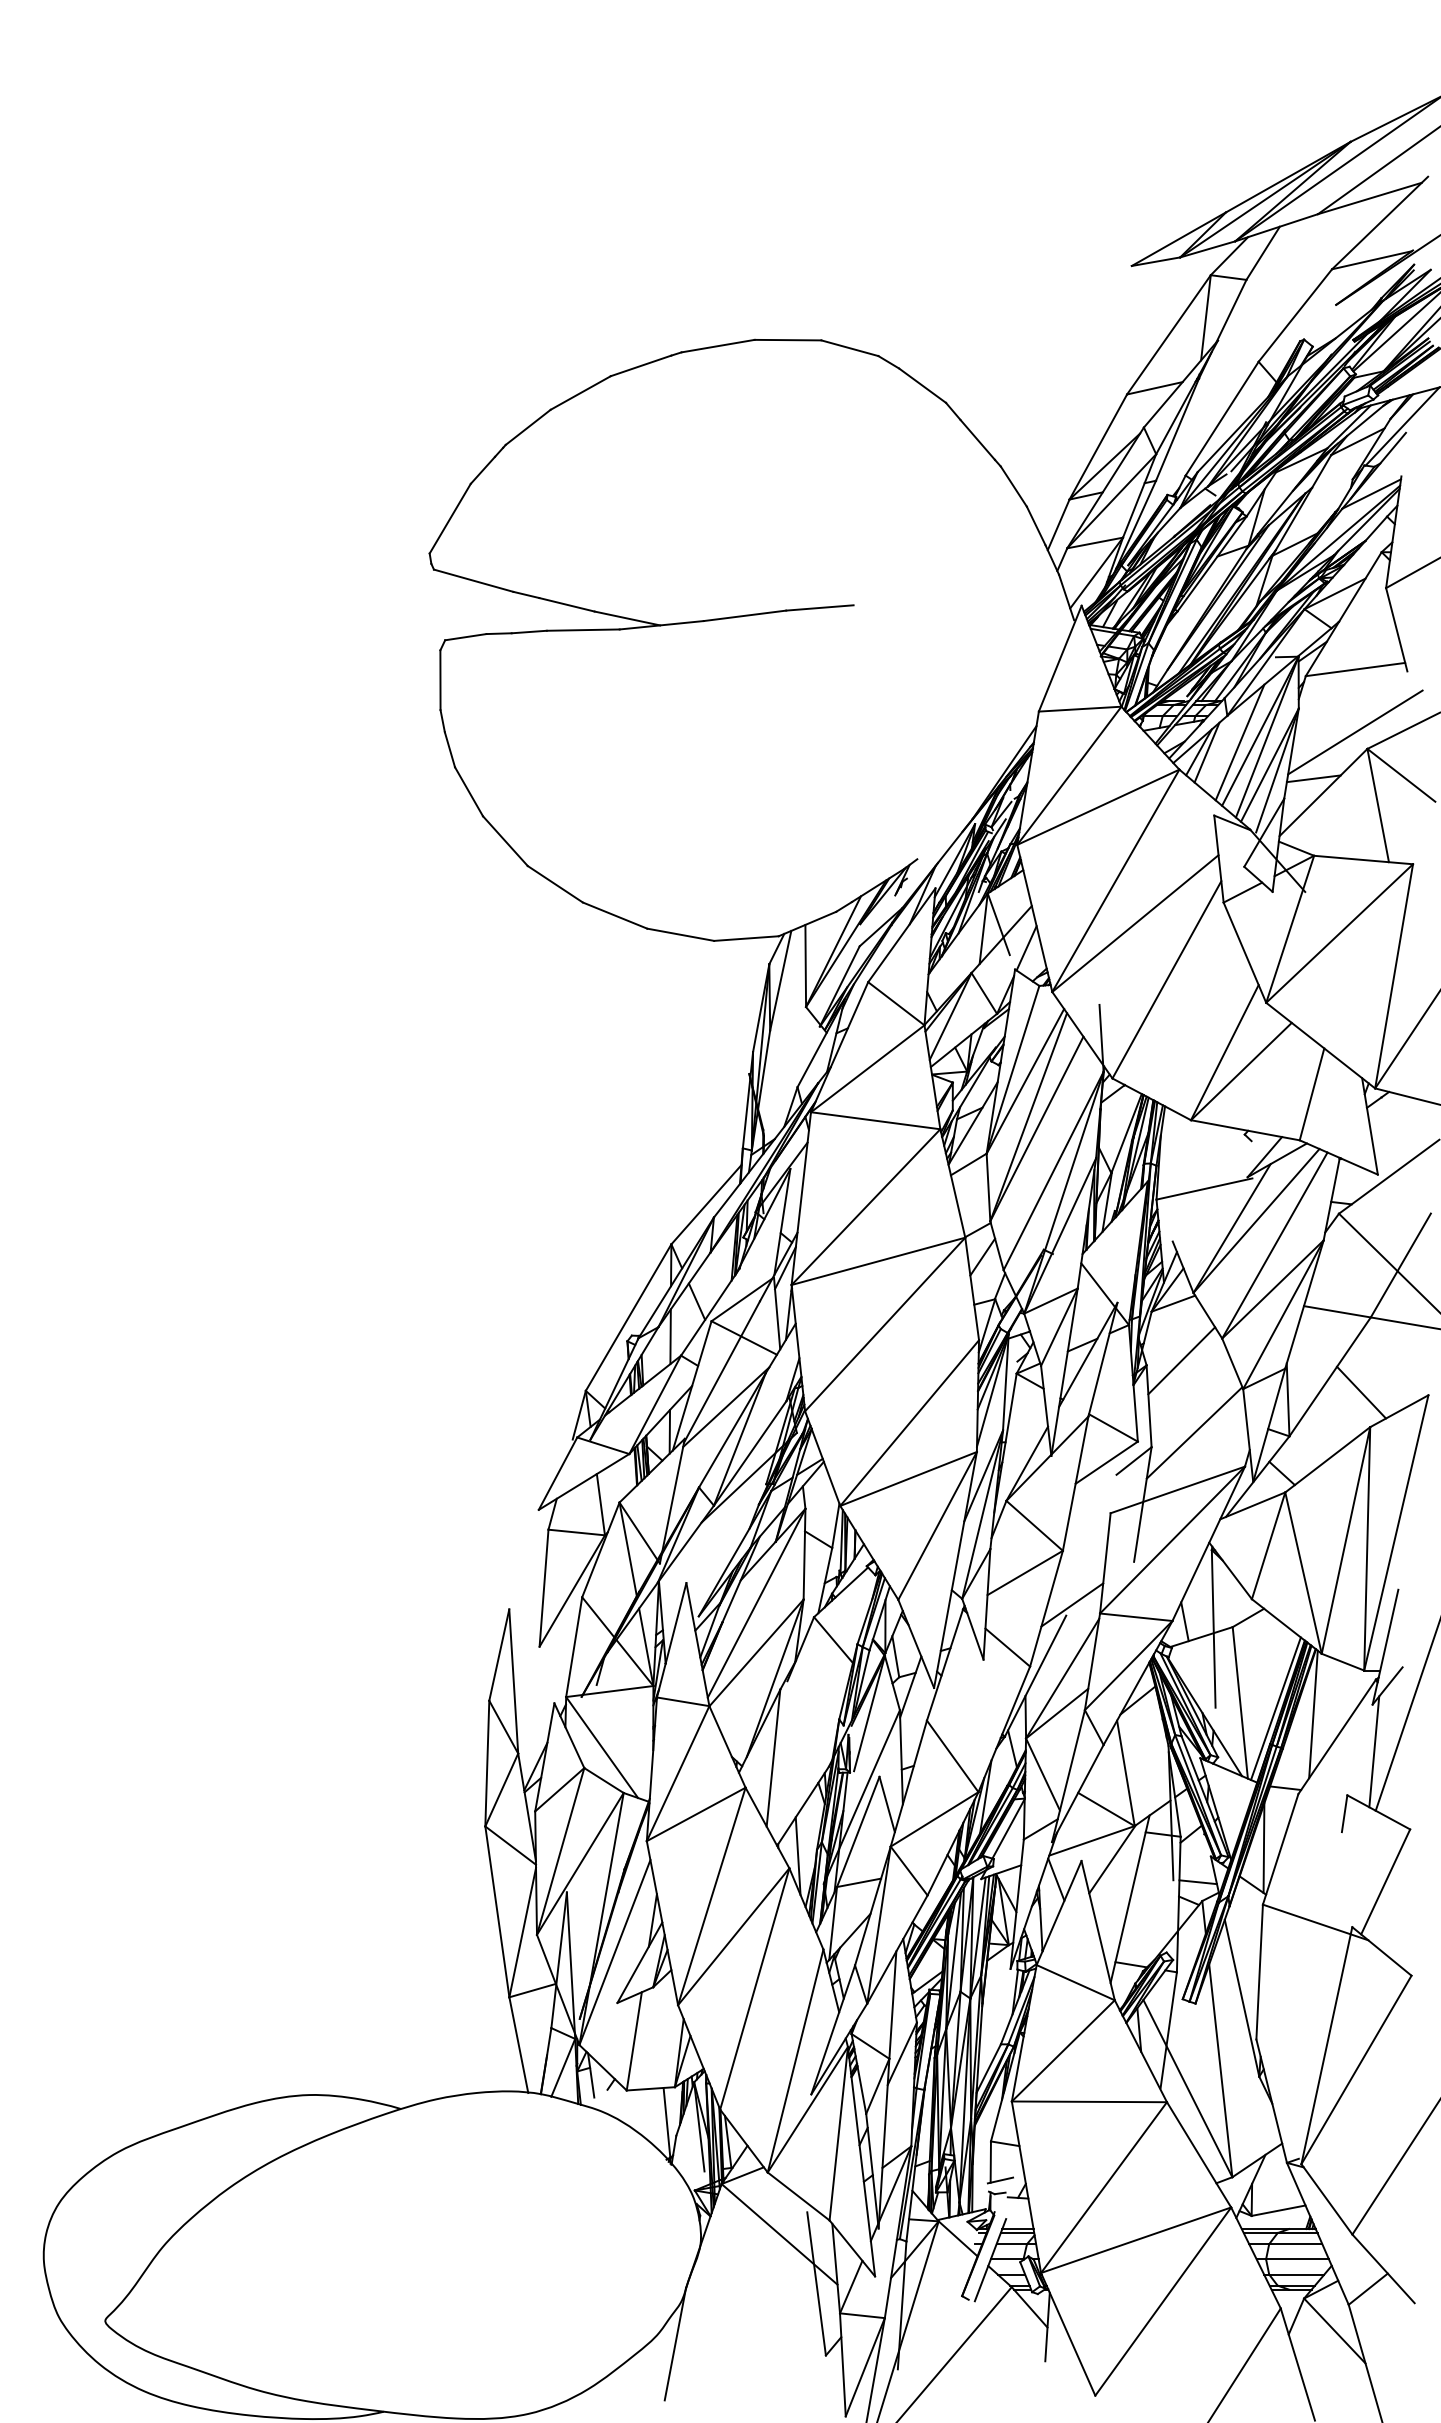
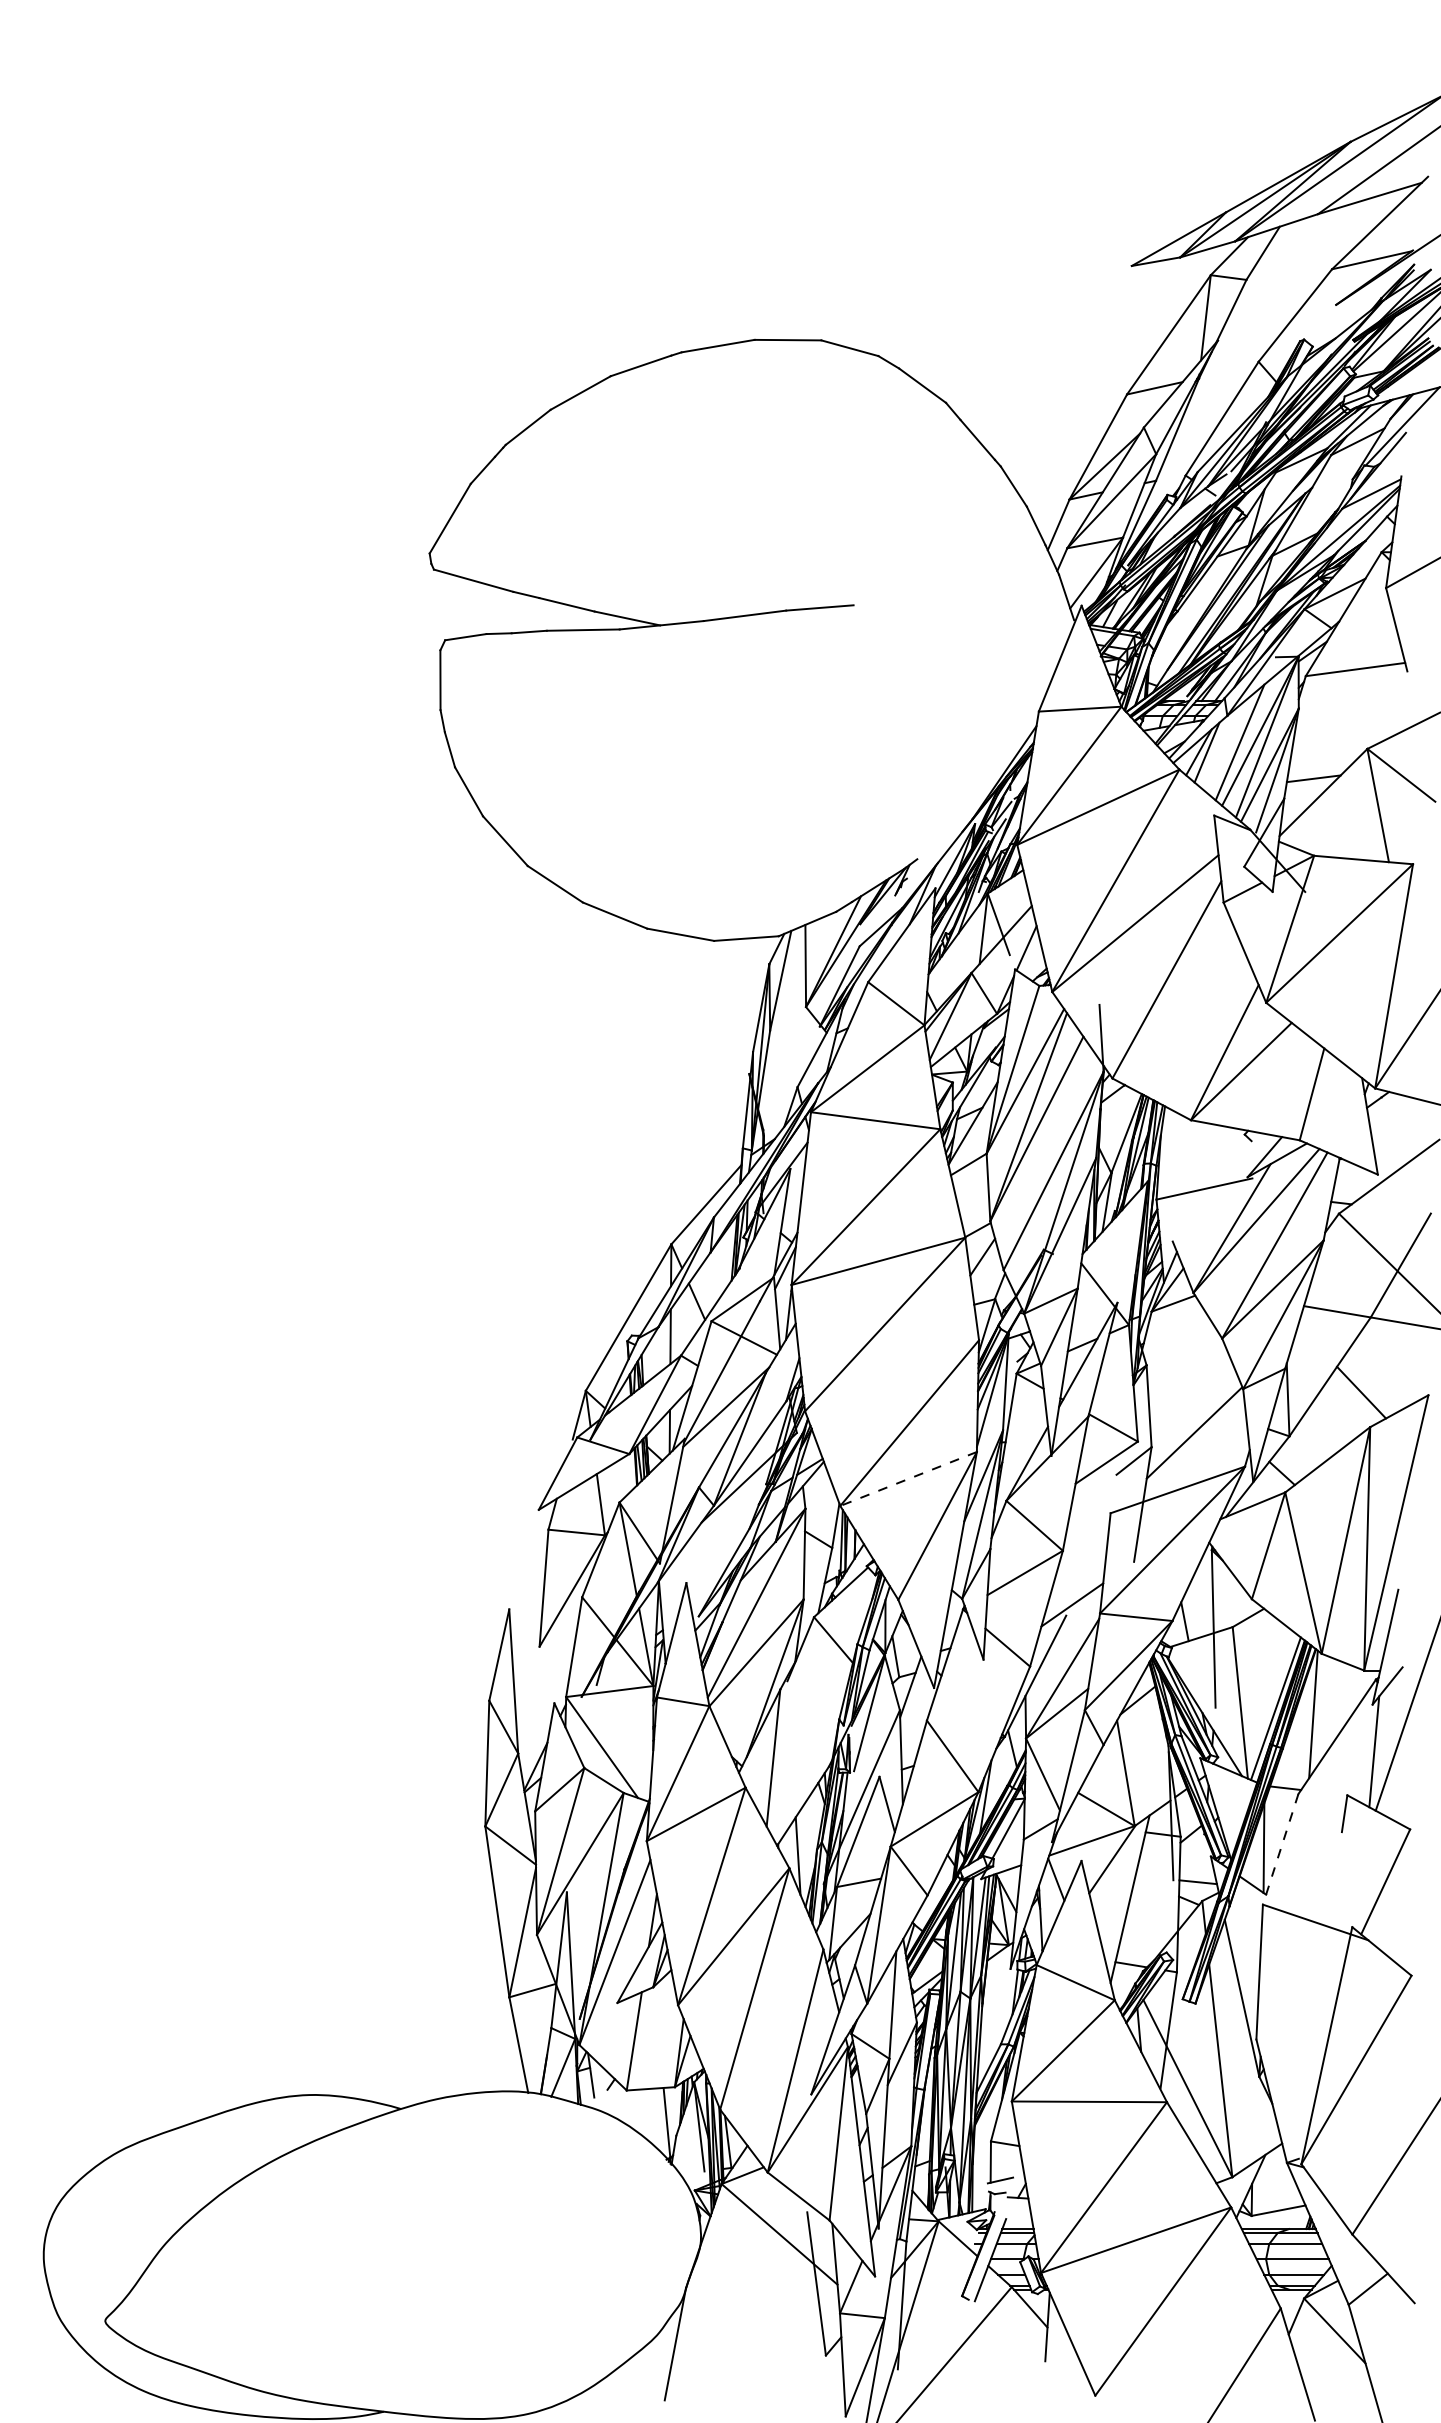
line at (1355, 732): present -> none
line at (1181, 1360): present -> none
line at (908, 1479): solid -> dashed
line at (1280, 1849): solid -> dashed
